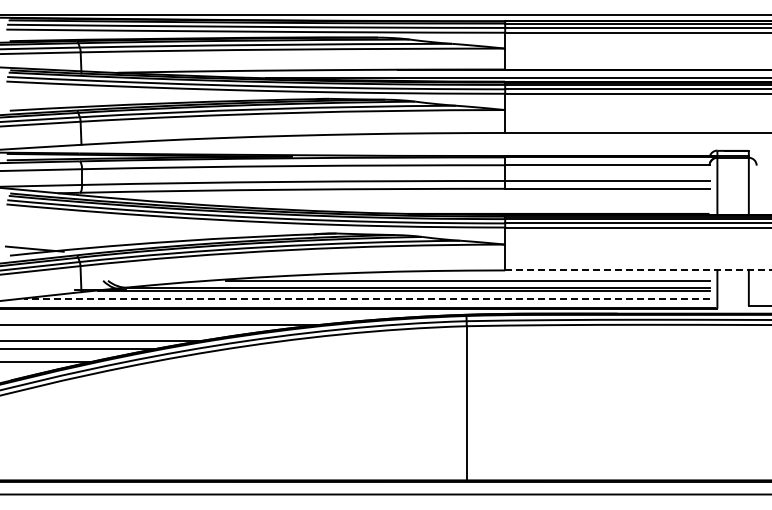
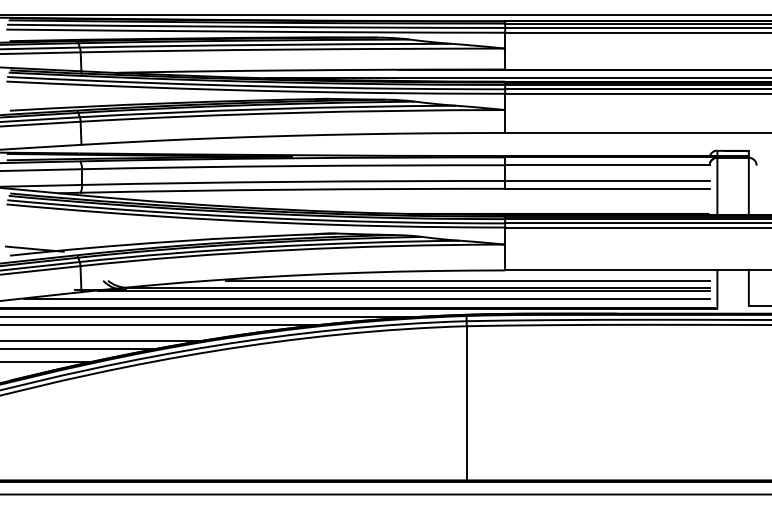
line at (638, 270): dashed -> solid
line at (366, 298): dashed -> solid
line at (214, 317): none -> present
